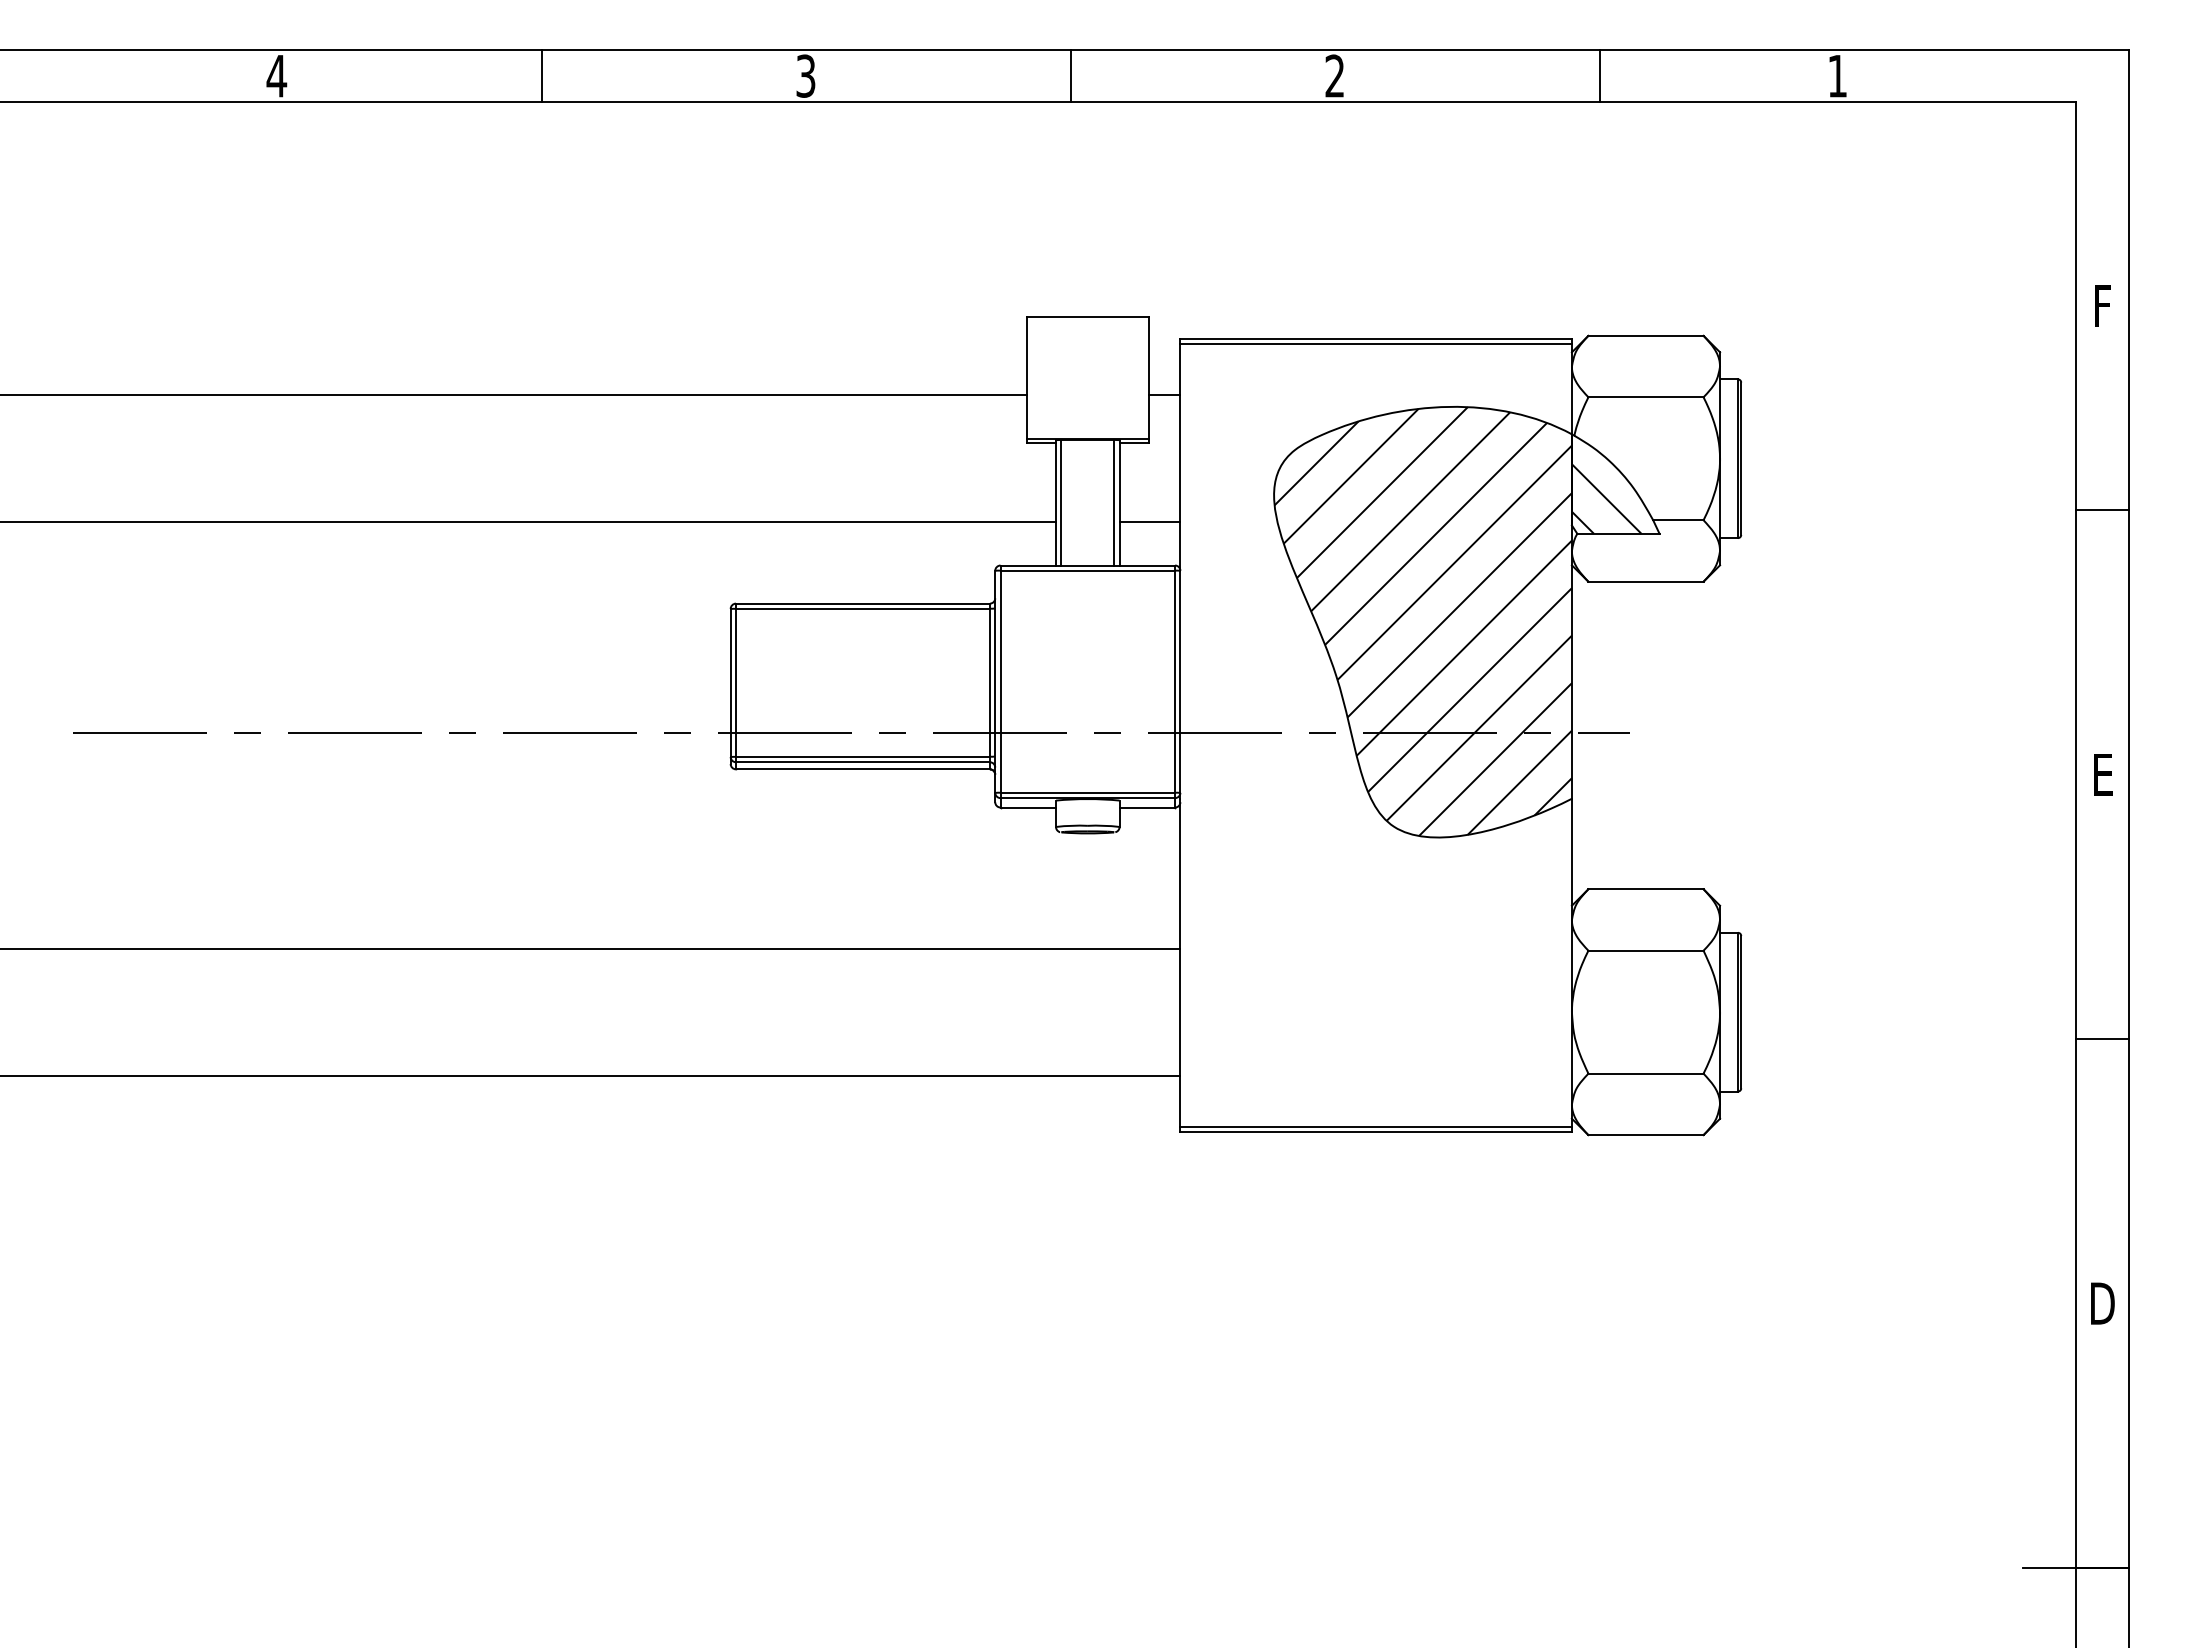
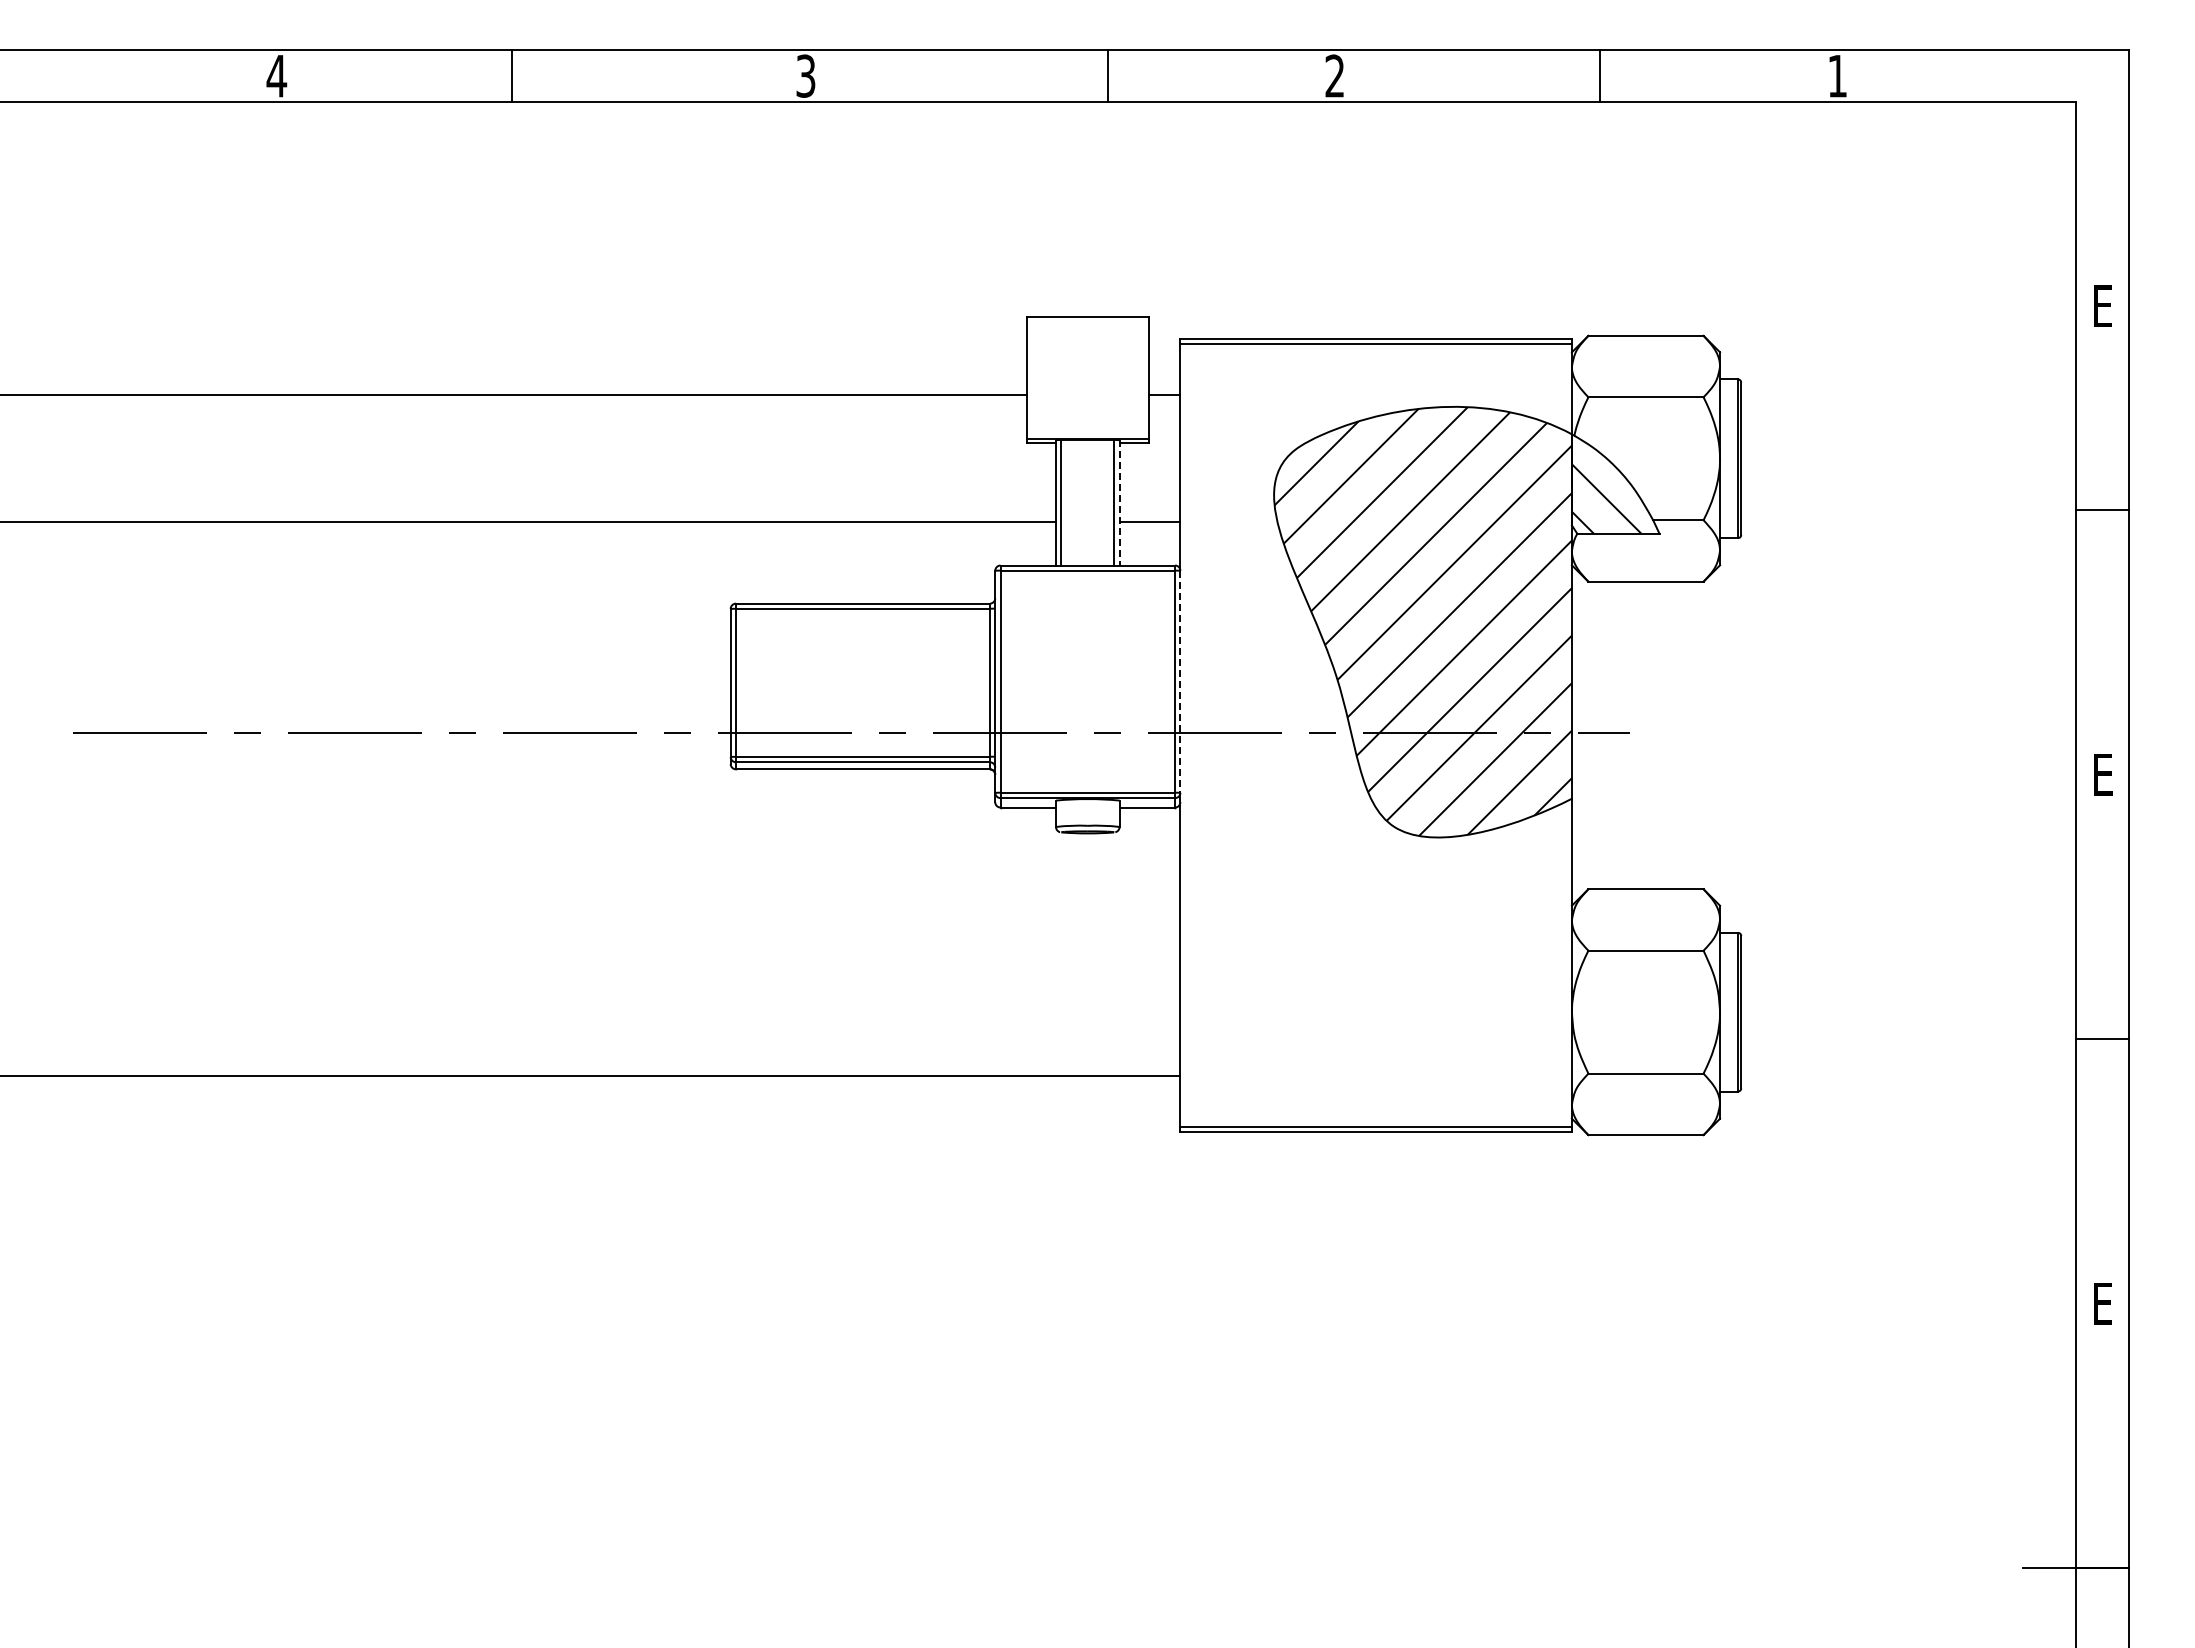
line at (541, 75) position: (541, 75) -> (511, 75)
line at (1071, 75) position: (1071, 75) -> (1108, 75)
text at (2102, 305): F -> E
line at (1119, 502): solid -> dashed
line at (1180, 682): solid -> dashed
line at (591, 948): present -> none
text at (2102, 1303): D -> E
